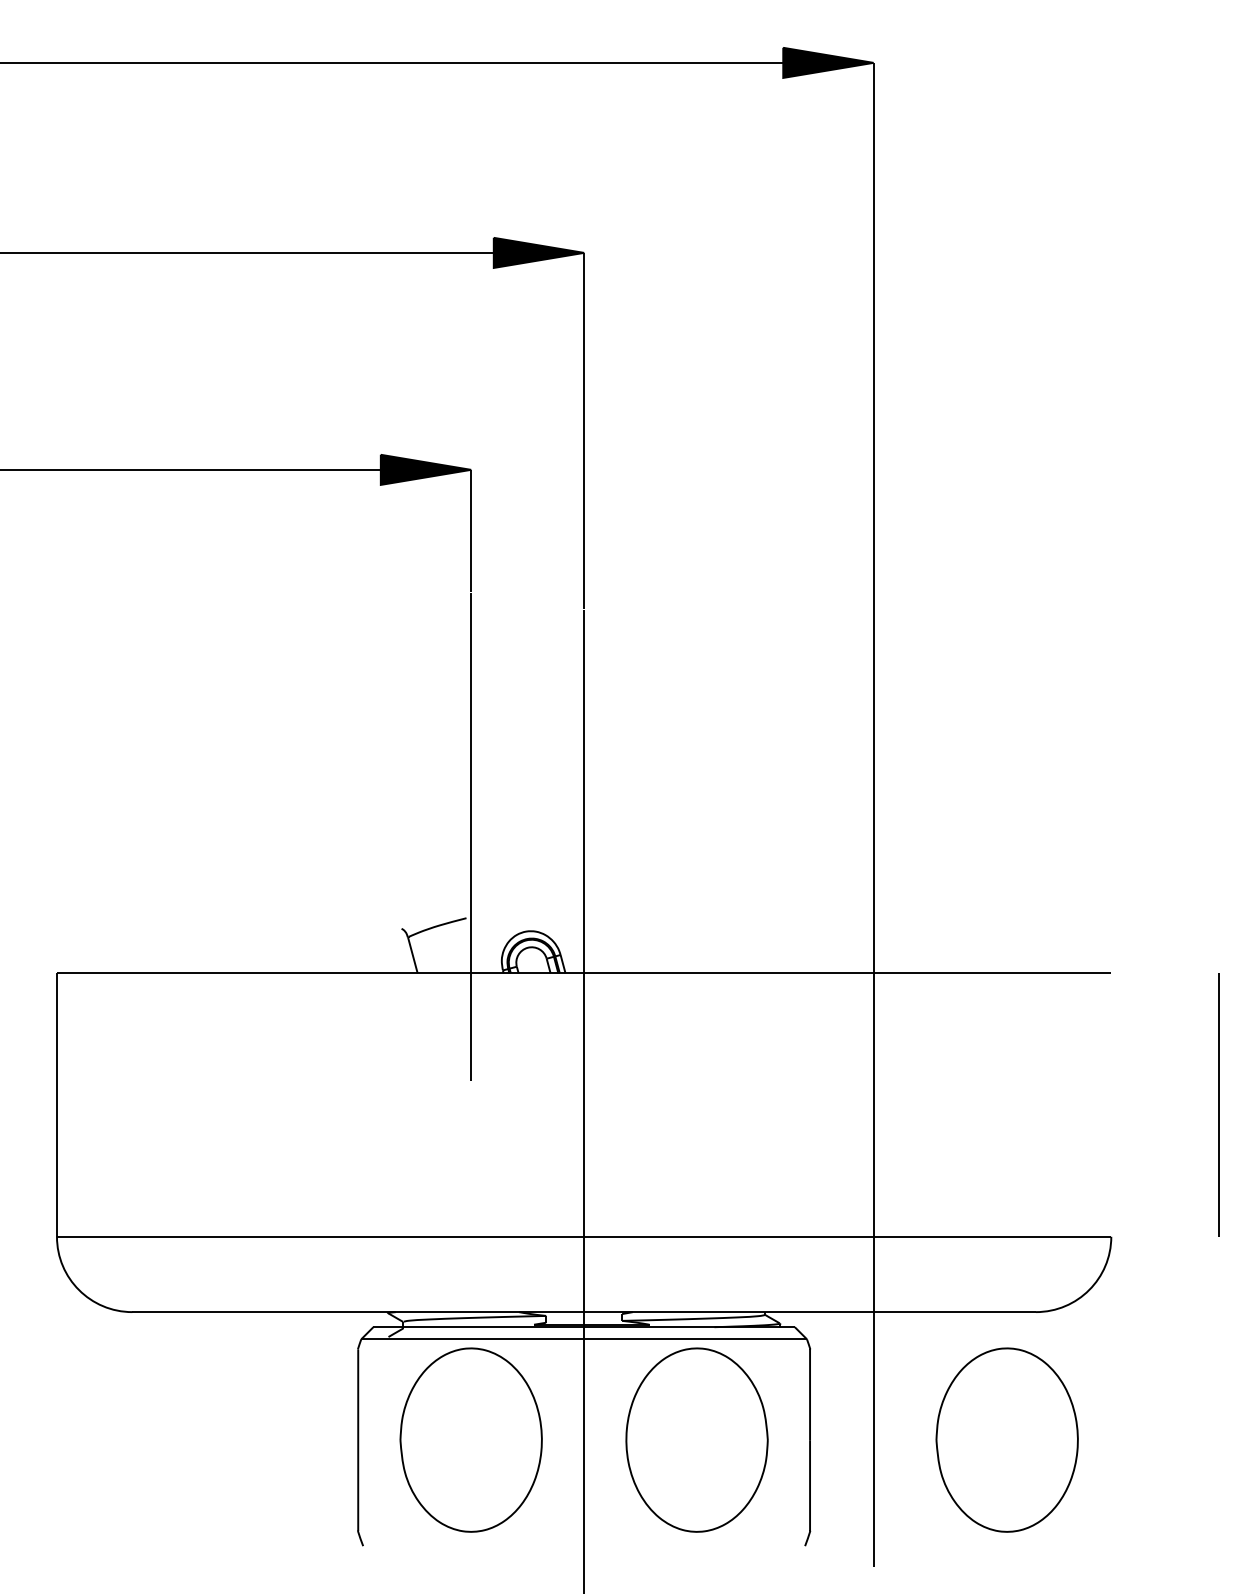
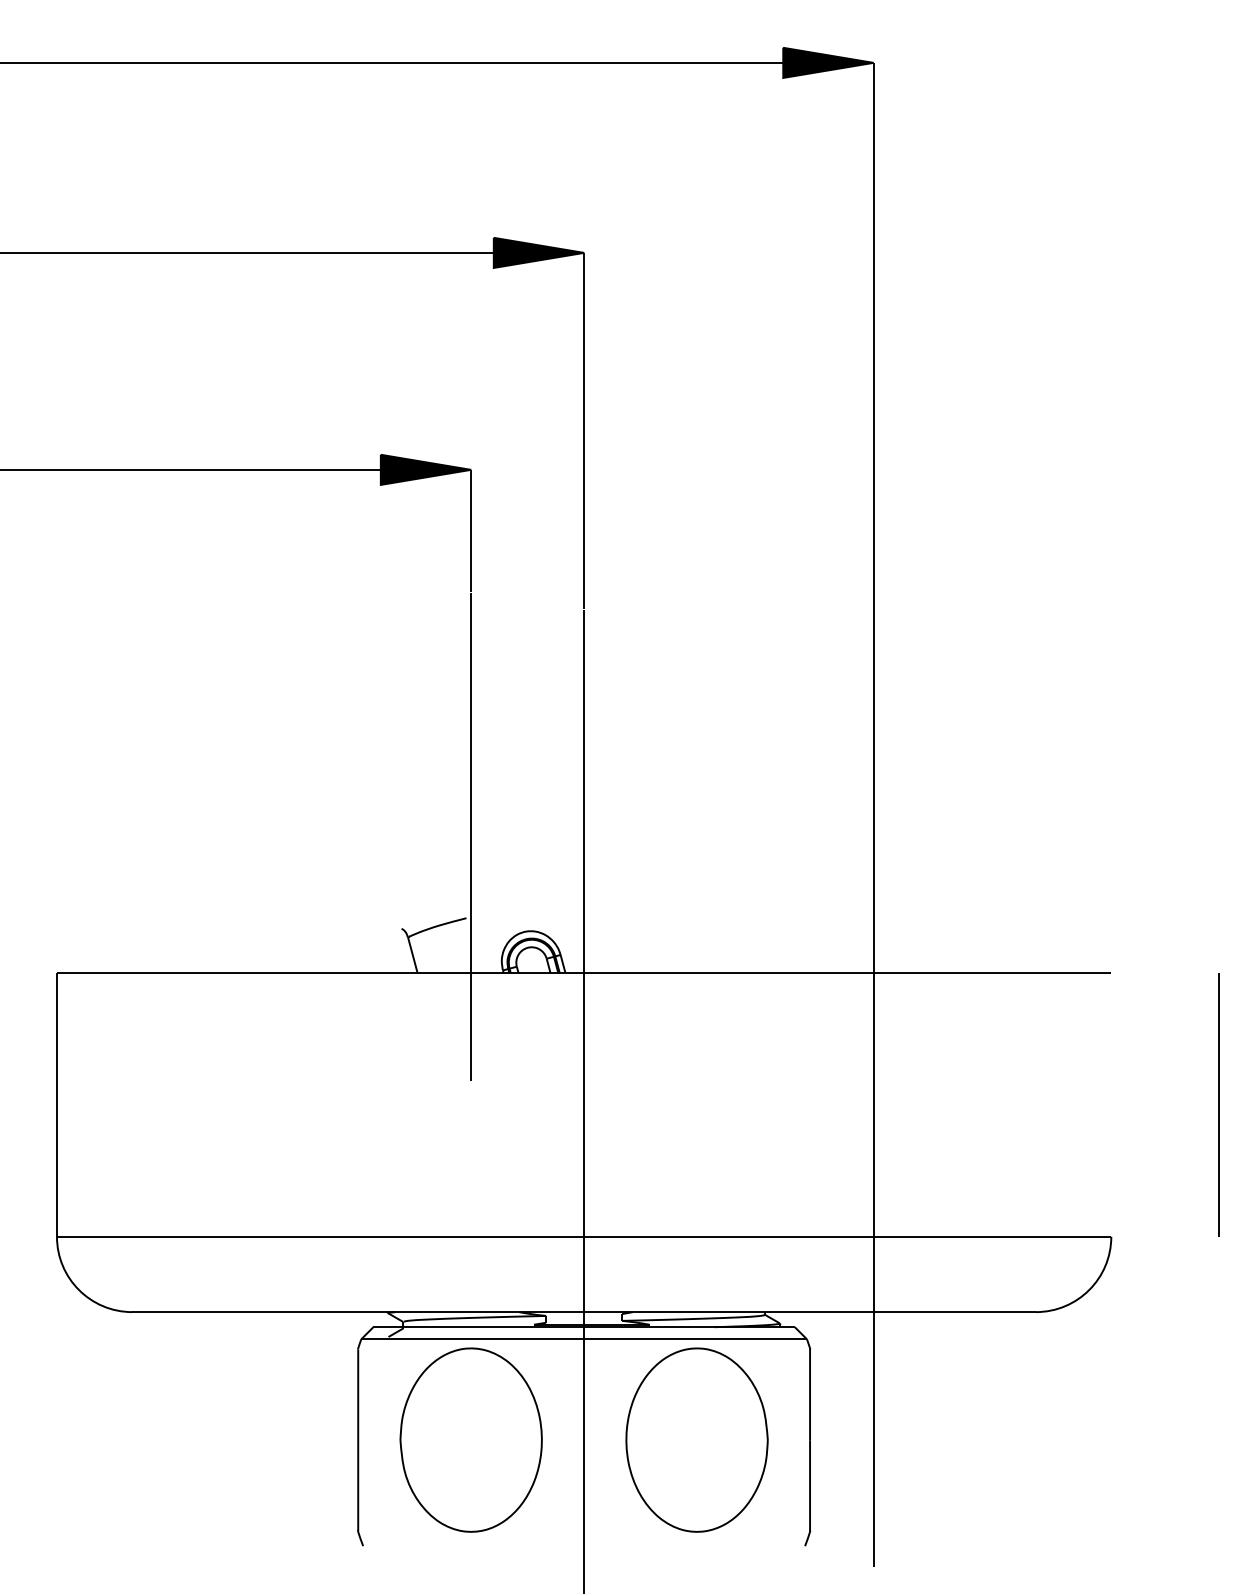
part at (1006, 1439): present -> none
